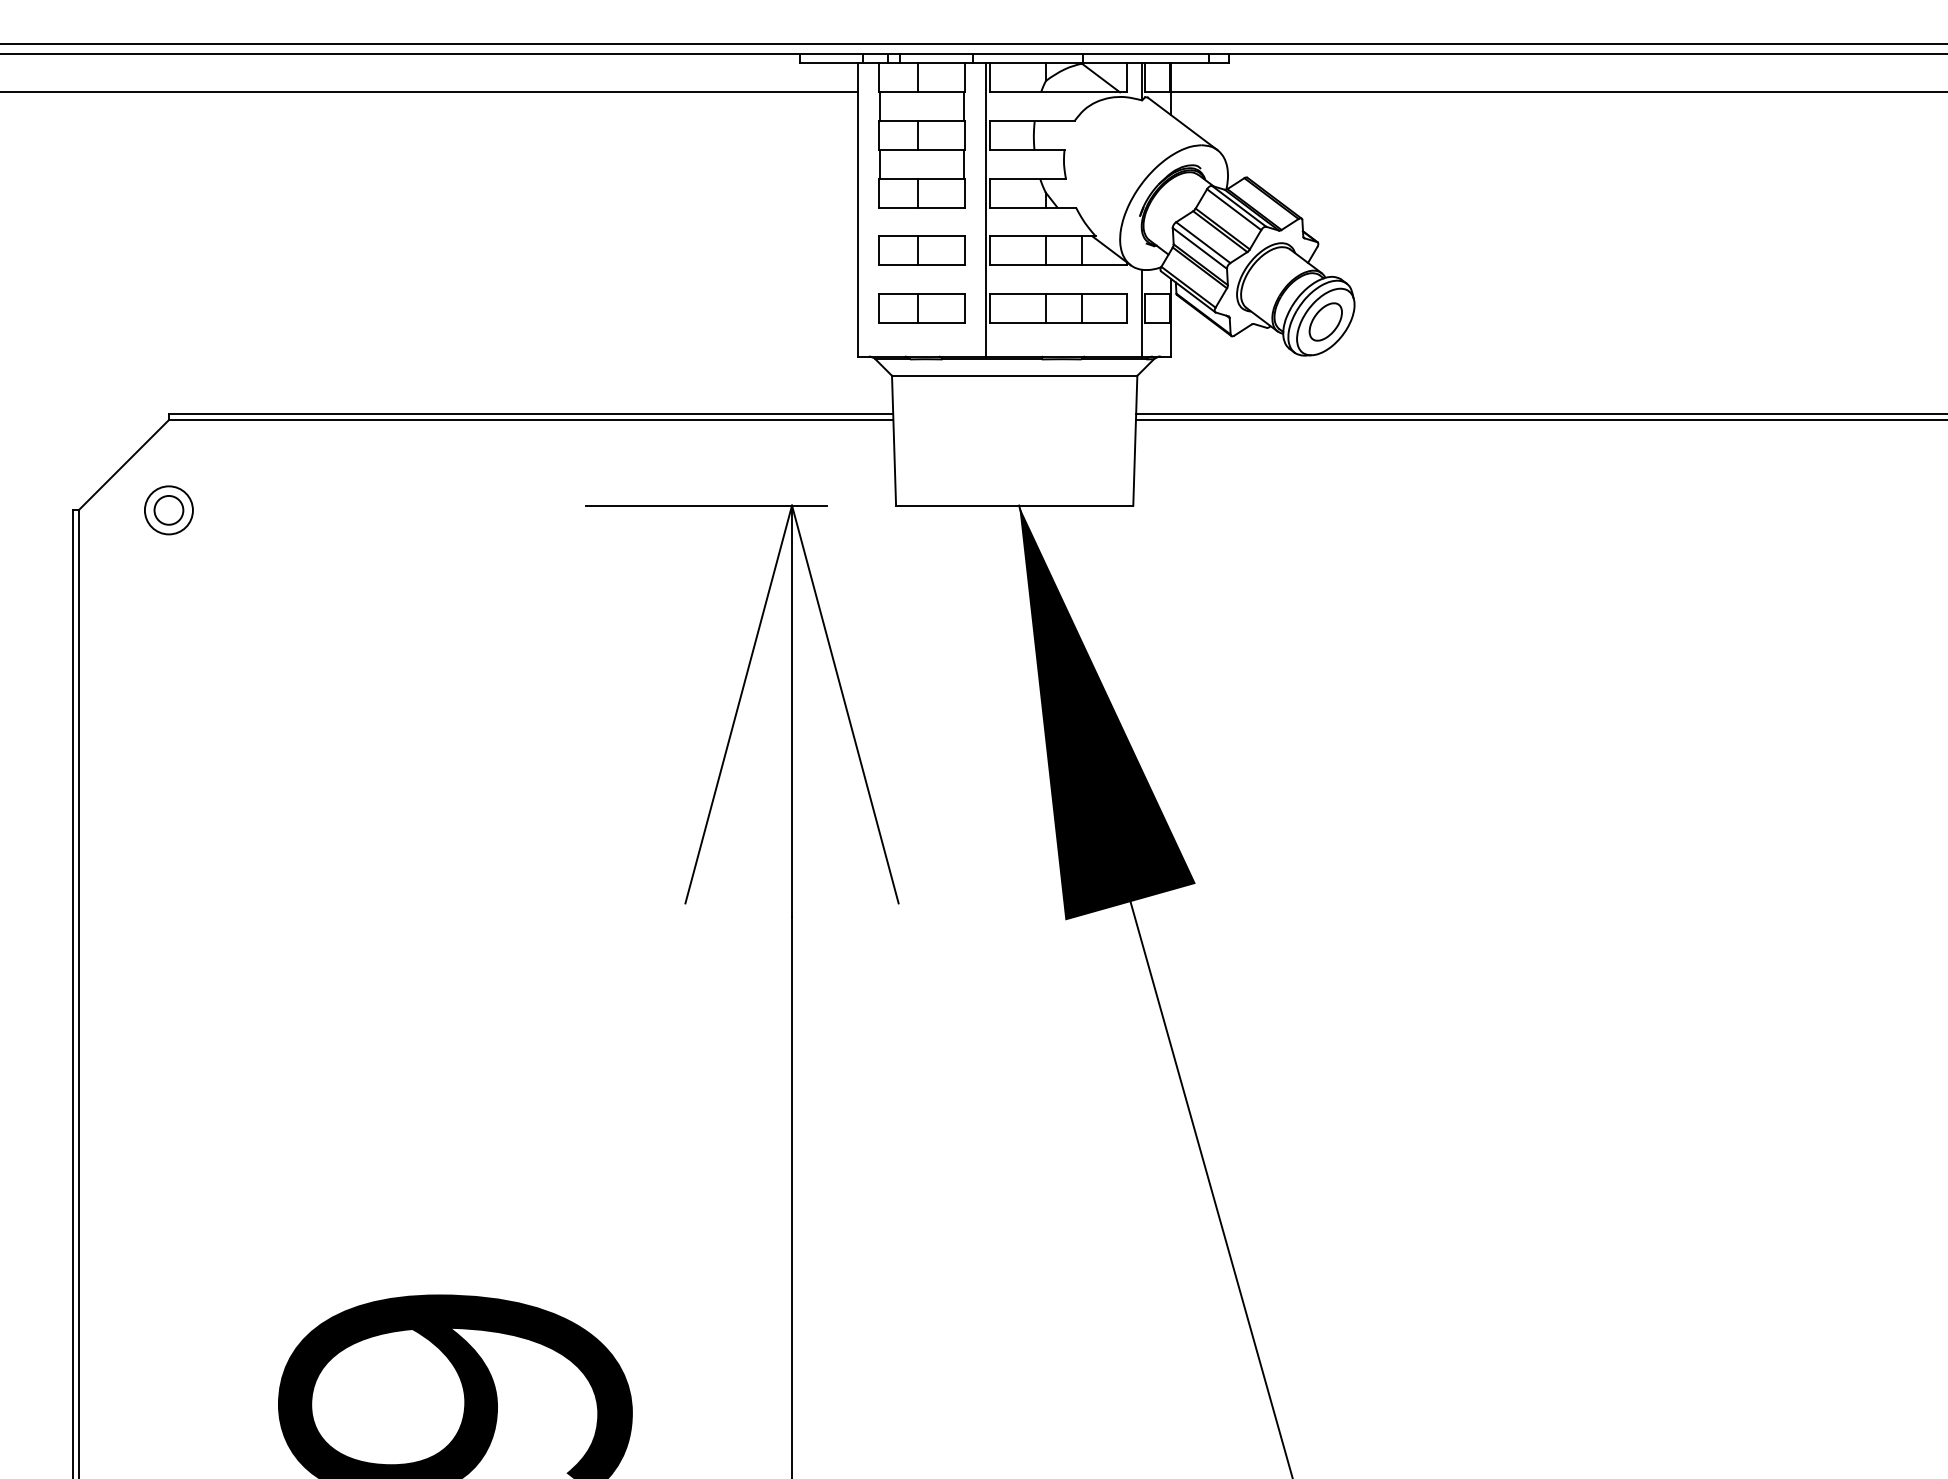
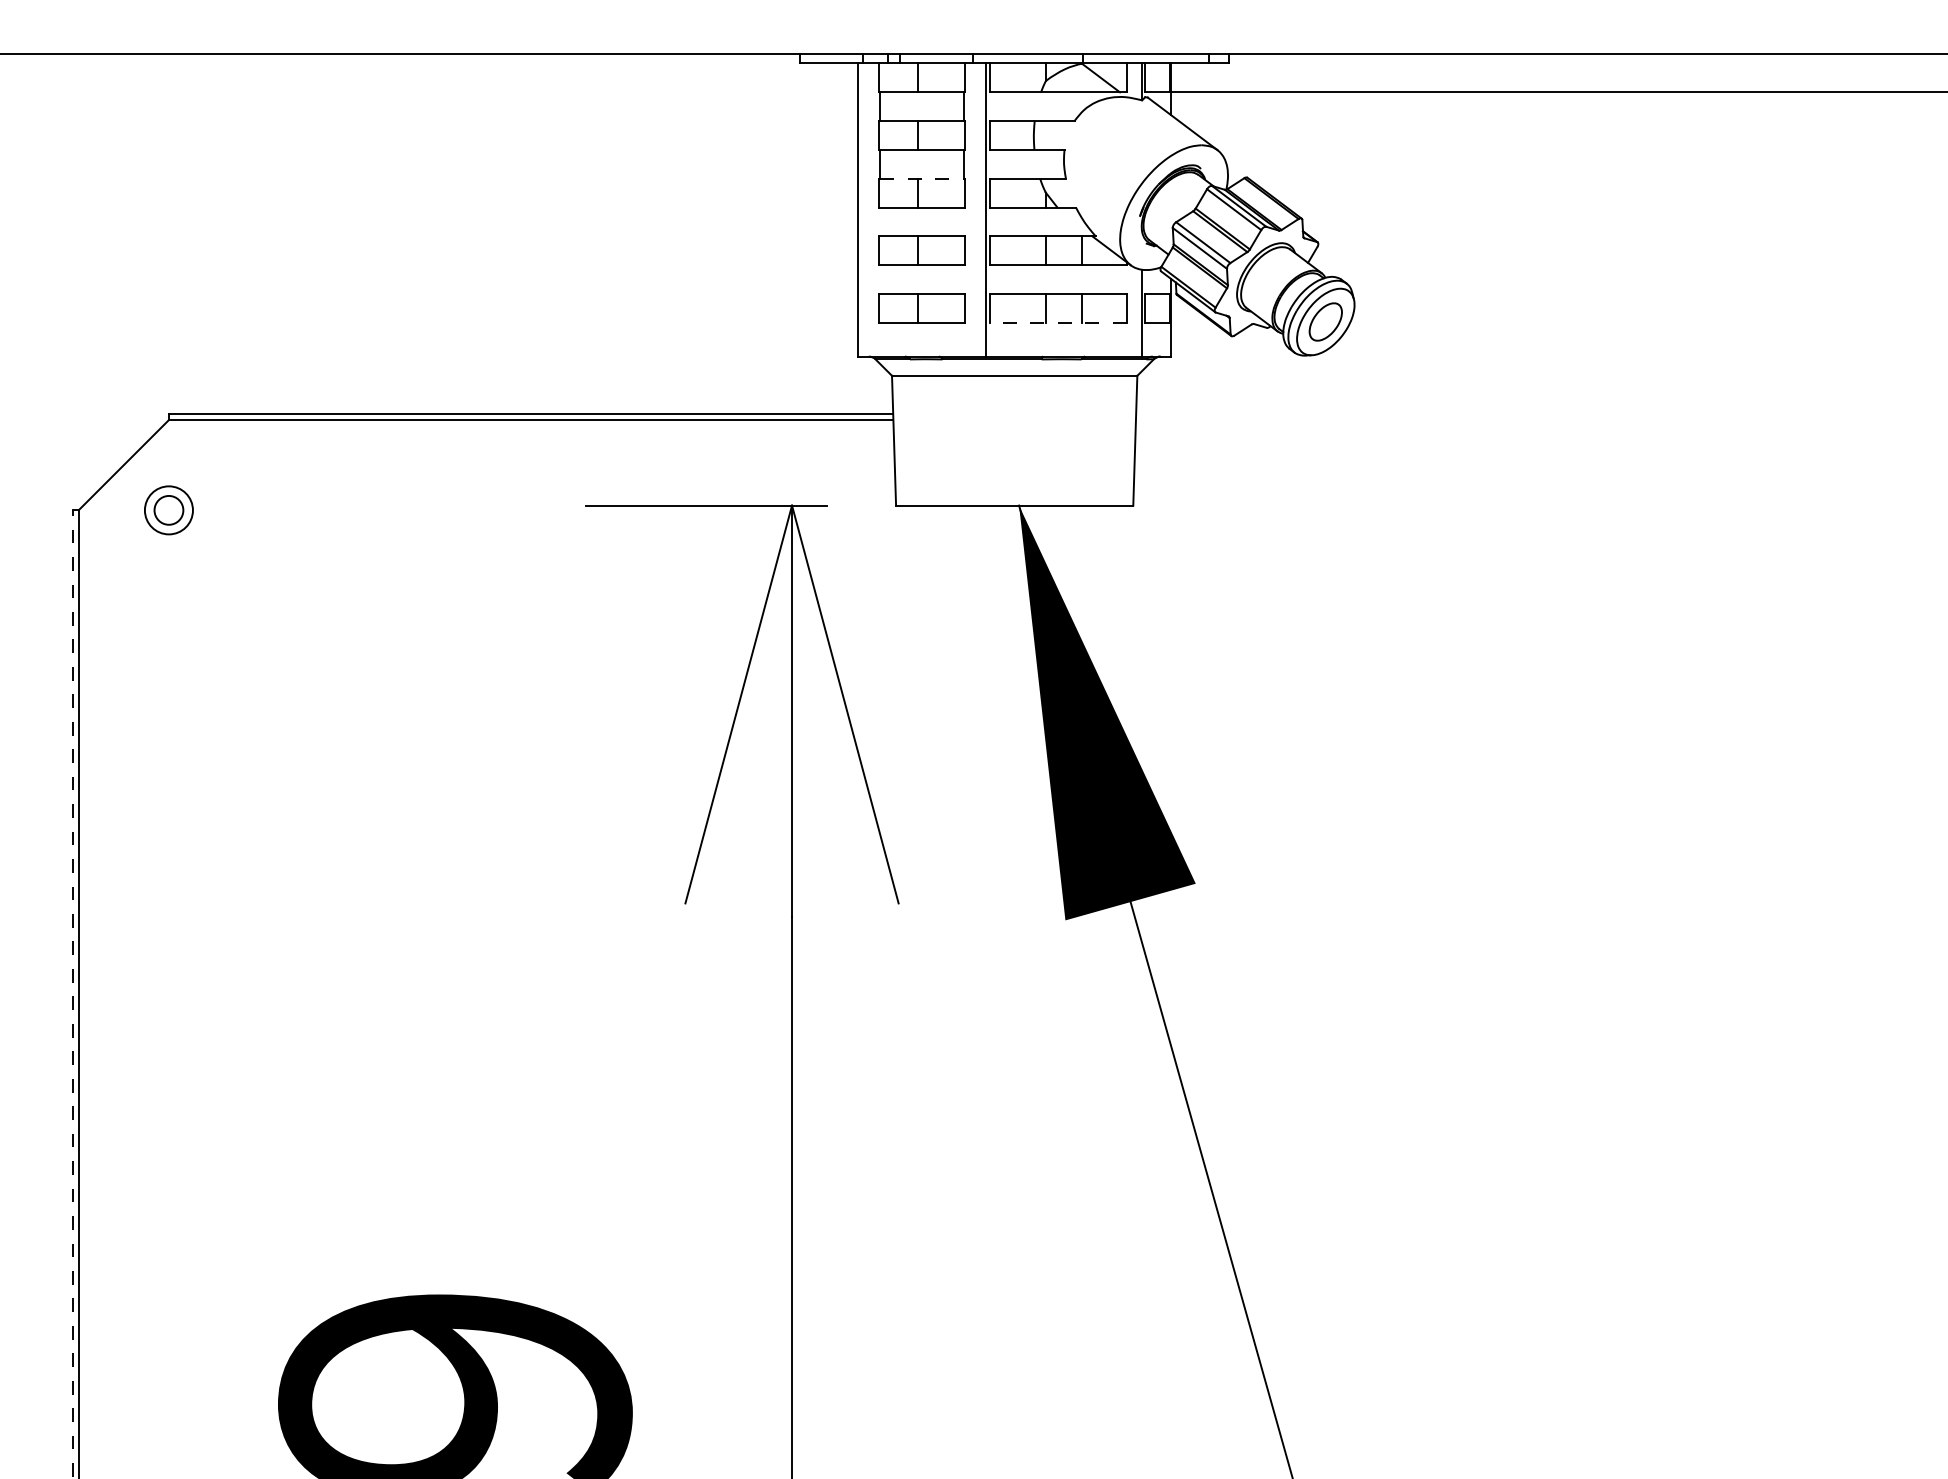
line at (973, 44): present -> none
line at (430, 92): present -> none
line at (922, 178): solid -> dashed
line at (1057, 322): solid -> dashed
line at (1540, 414): present -> none
line at (1539, 420): present -> none
line at (72, 994): solid -> dashed
